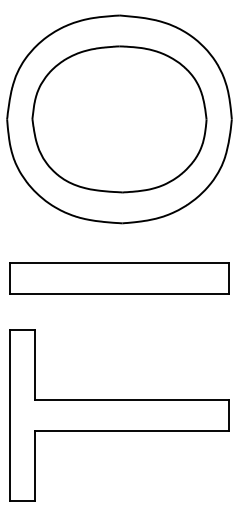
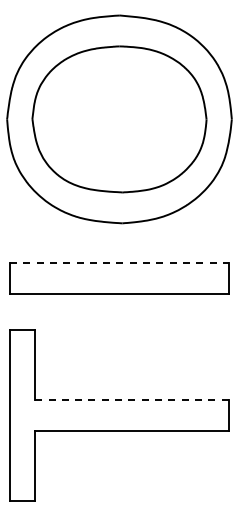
line at (119, 262): solid -> dashed
line at (132, 400): solid -> dashed
